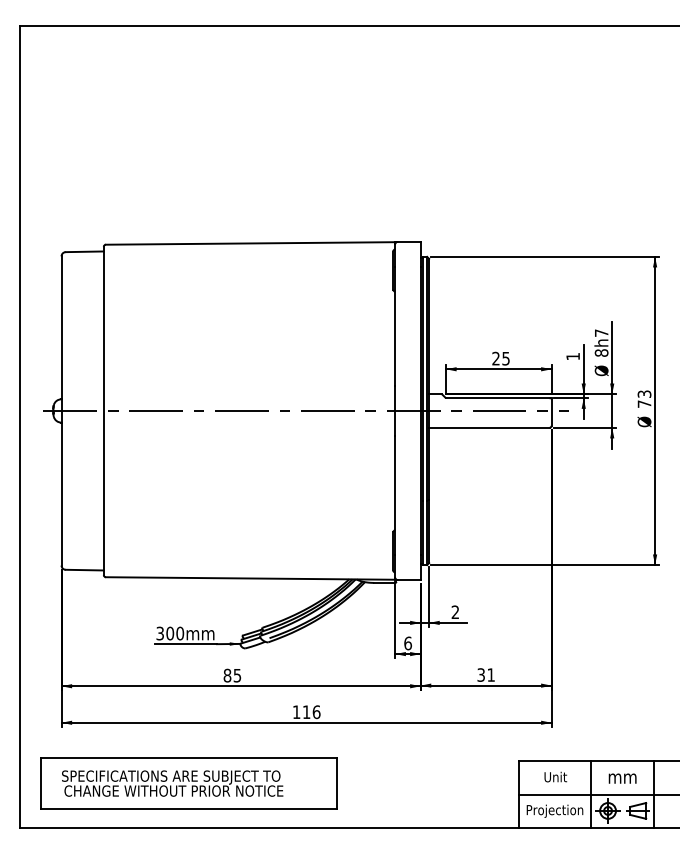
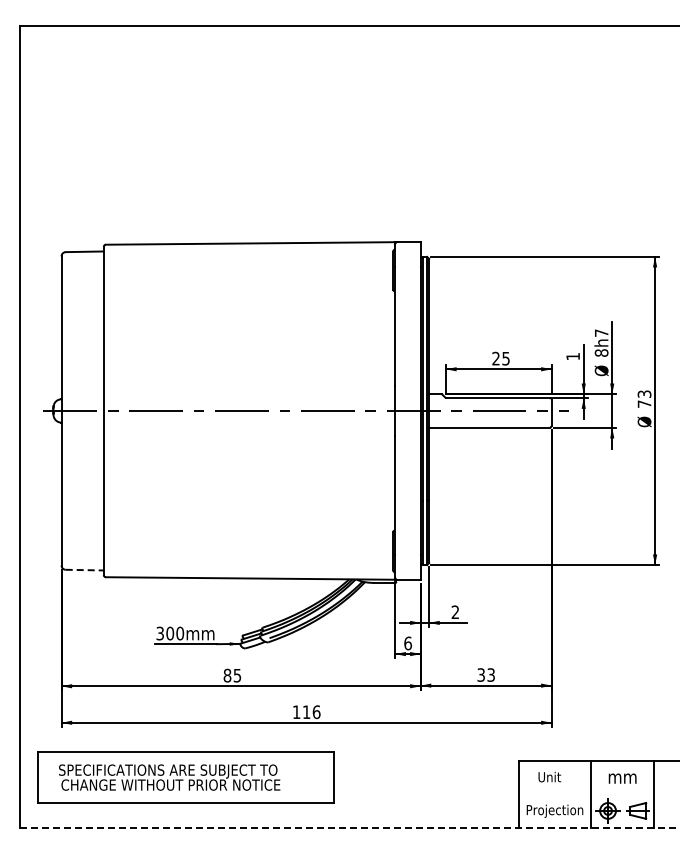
line at (85, 570): solid -> dashed
text at (490, 674): 31 -> 33
text at (555, 776) position: (555, 776) -> (549, 776)
part at (188, 783) position: (188, 783) -> (185, 777)
line at (597, 794): present -> none
line at (350, 828): solid -> dashed
